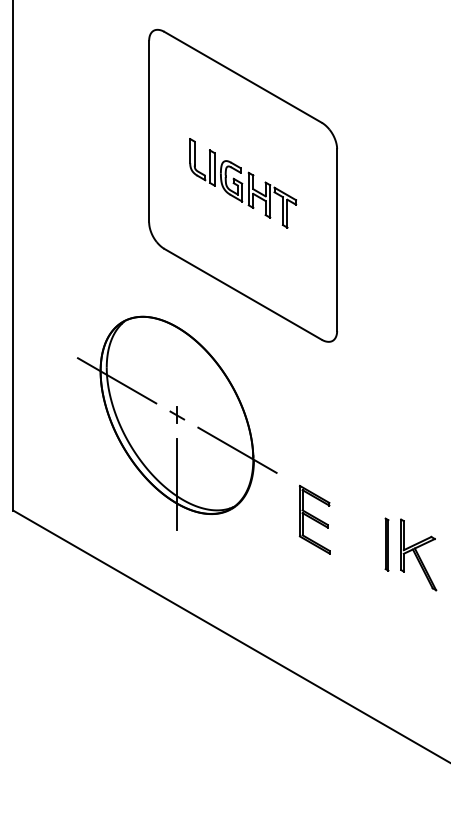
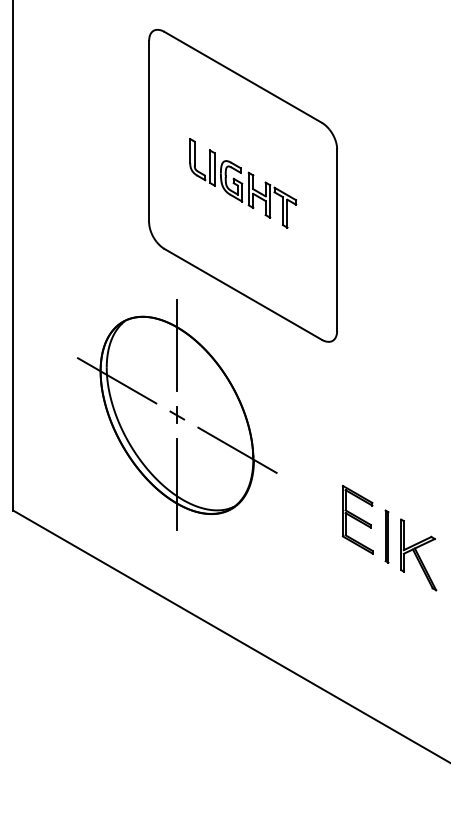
line at (176, 345): none -> present
part at (314, 519) position: (314, 519) -> (357, 519)
part at (386, 544) position: (386, 544) -> (386, 536)
